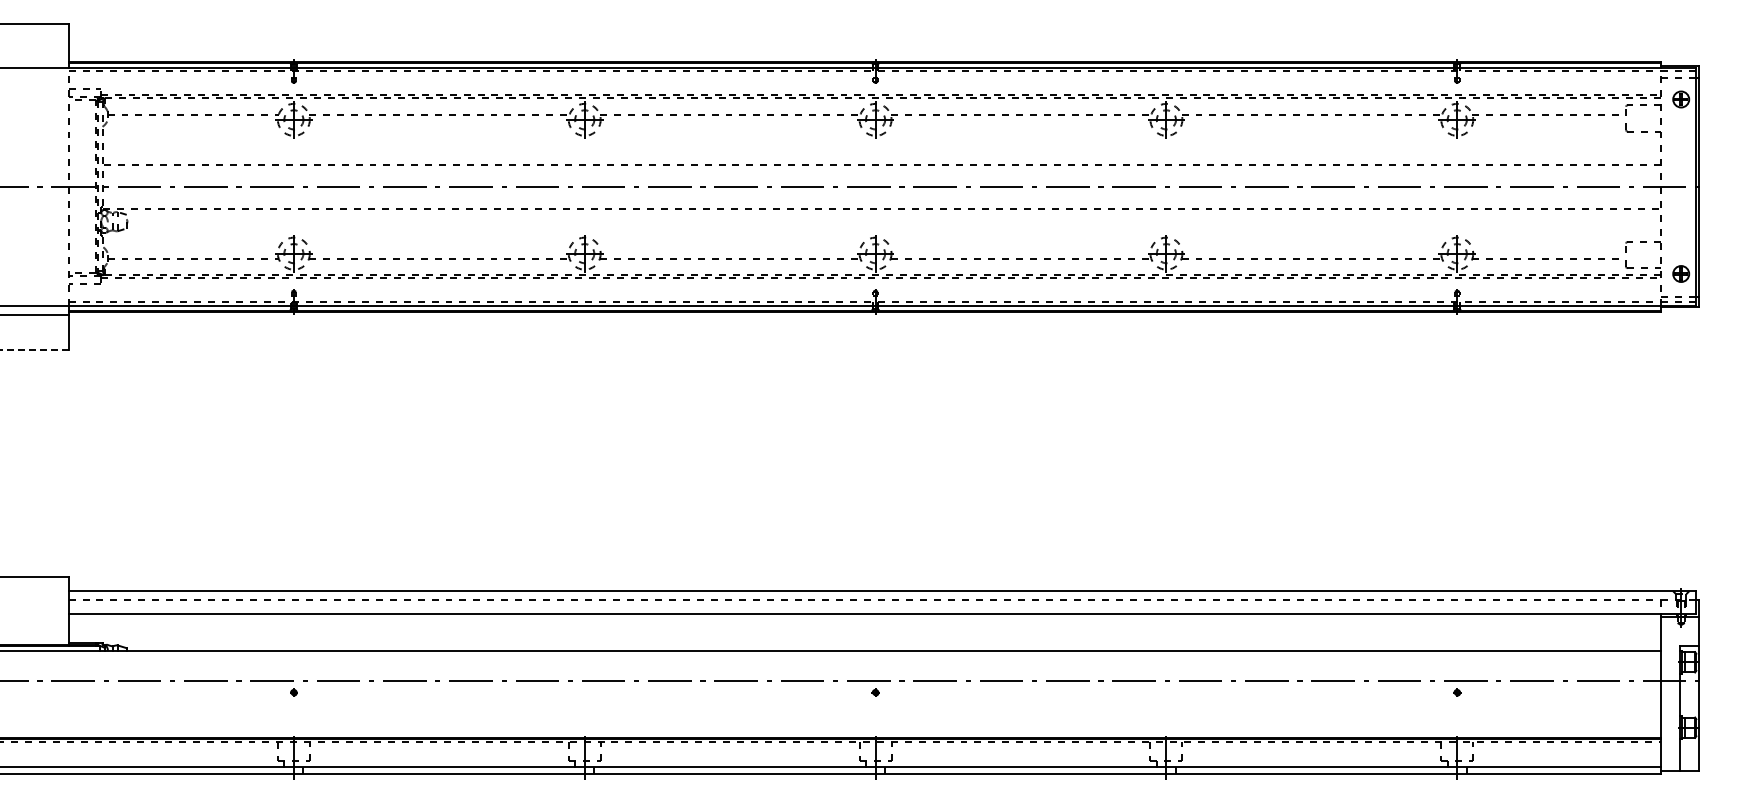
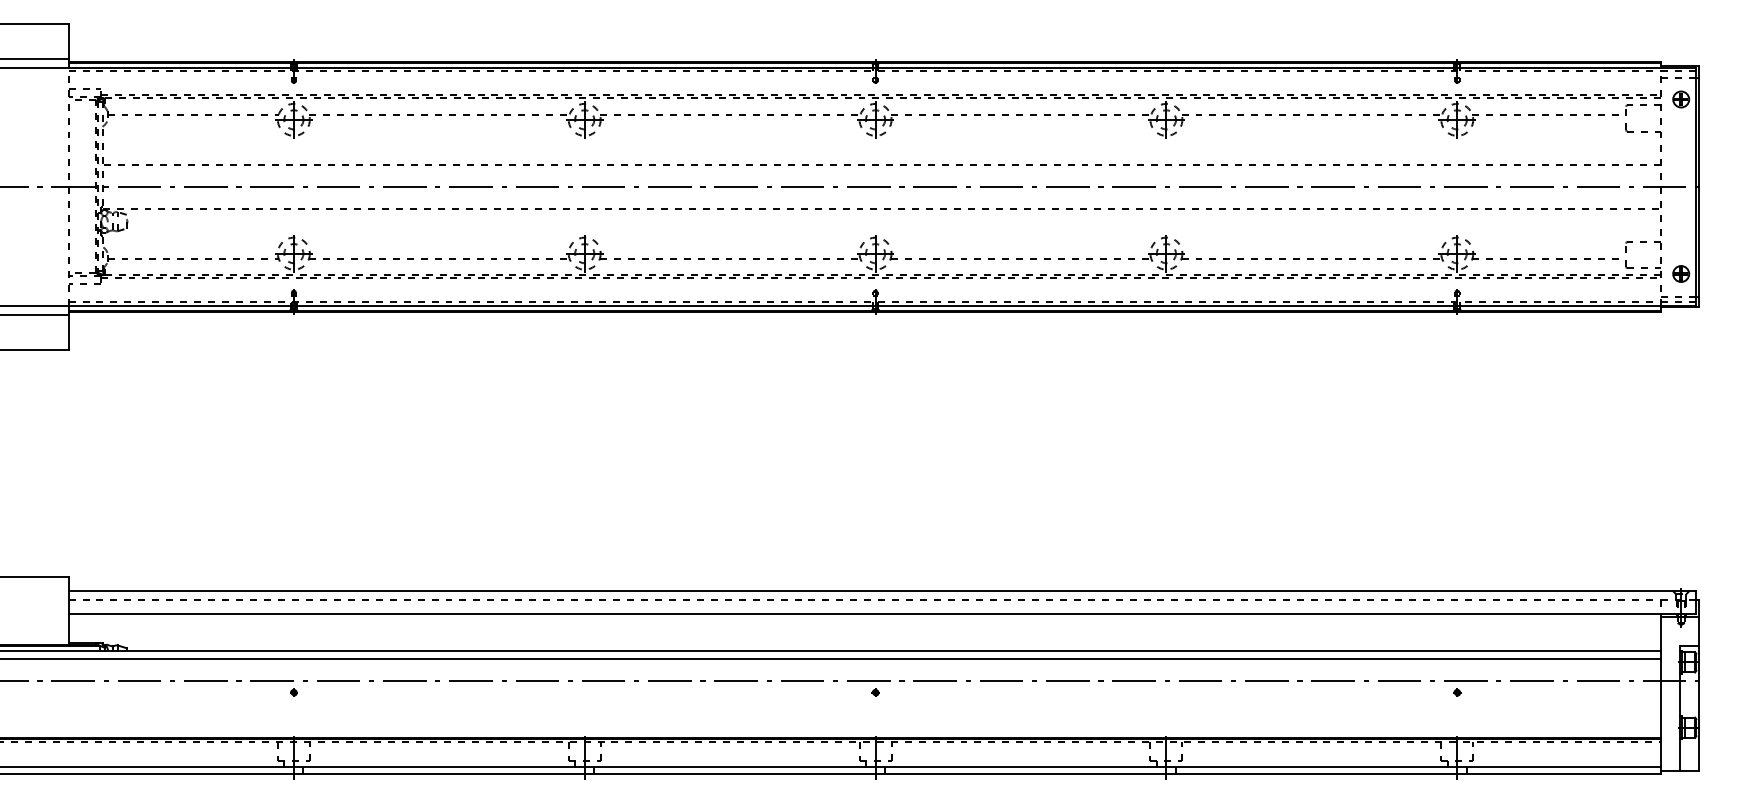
line at (35, 58): none -> present
line at (34, 349): dashed -> solid
line at (831, 658): none -> present
